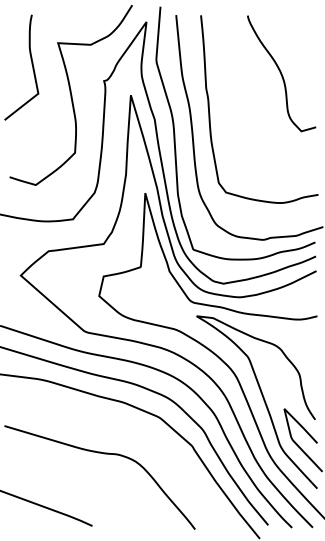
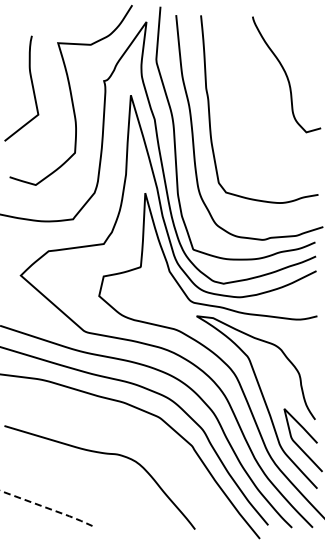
curve at (31, 64) position: (31, 64) -> (31, 85)
curve at (281, 73) position: (281, 73) -> (286, 74)
line at (47, 508): solid -> dashed
